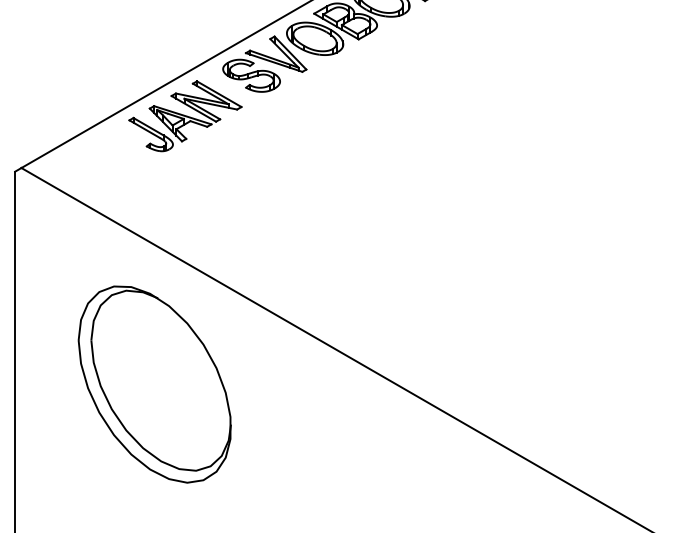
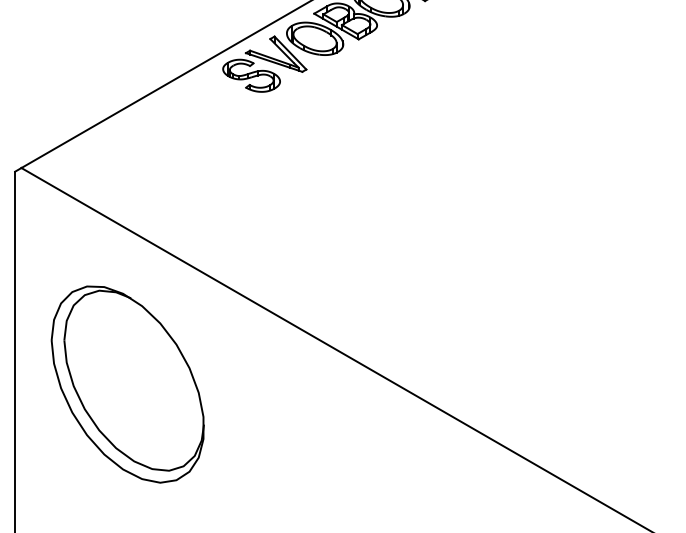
part at (185, 116): present -> none
part at (154, 384) position: (154, 384) -> (127, 384)
